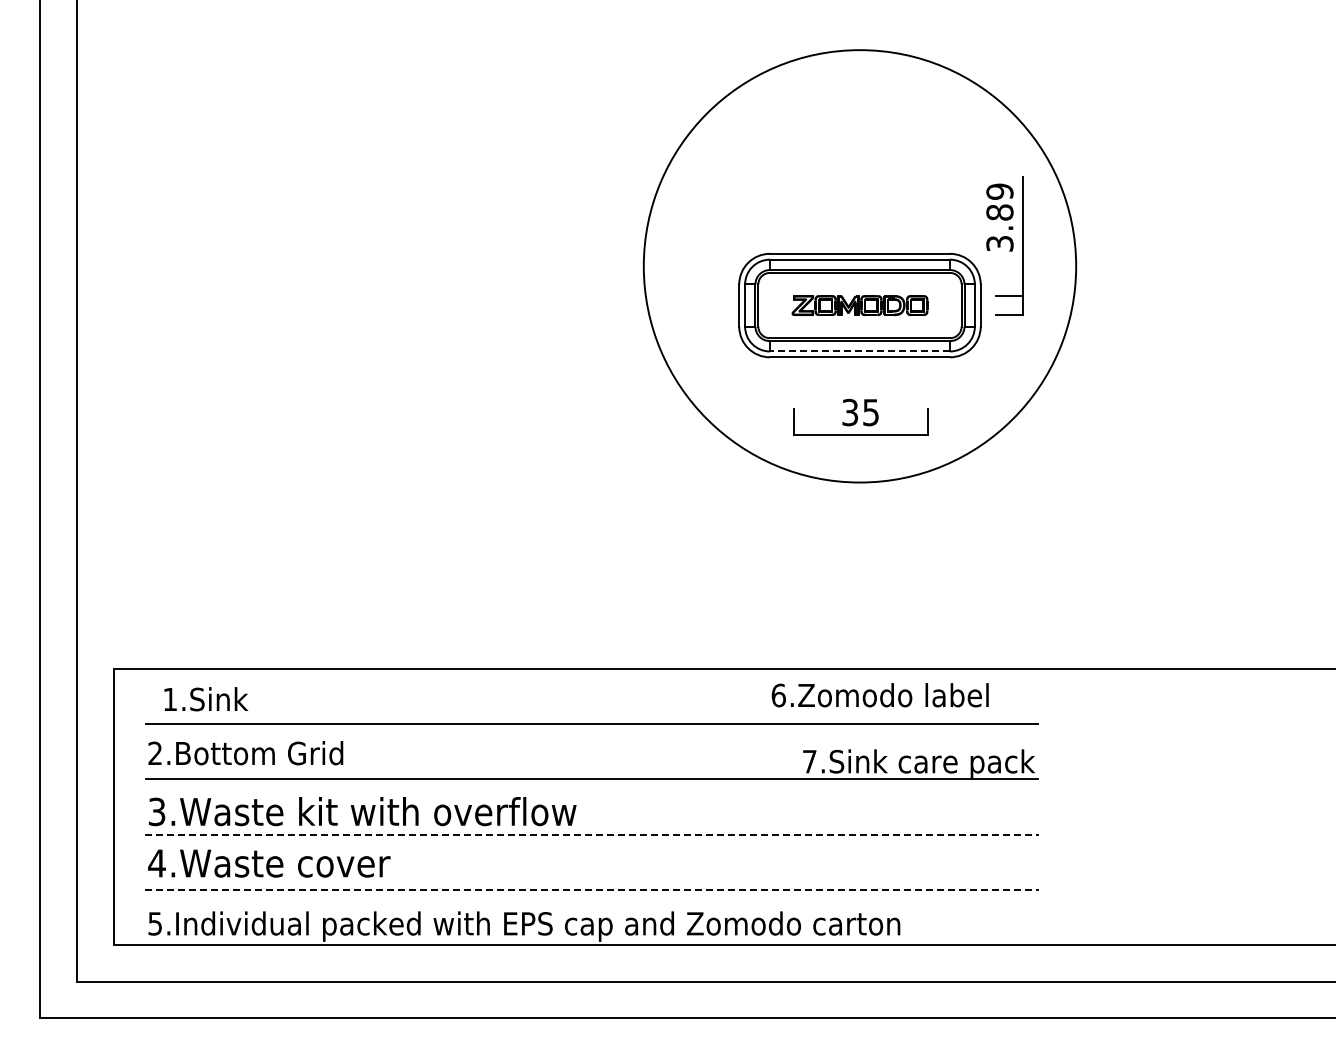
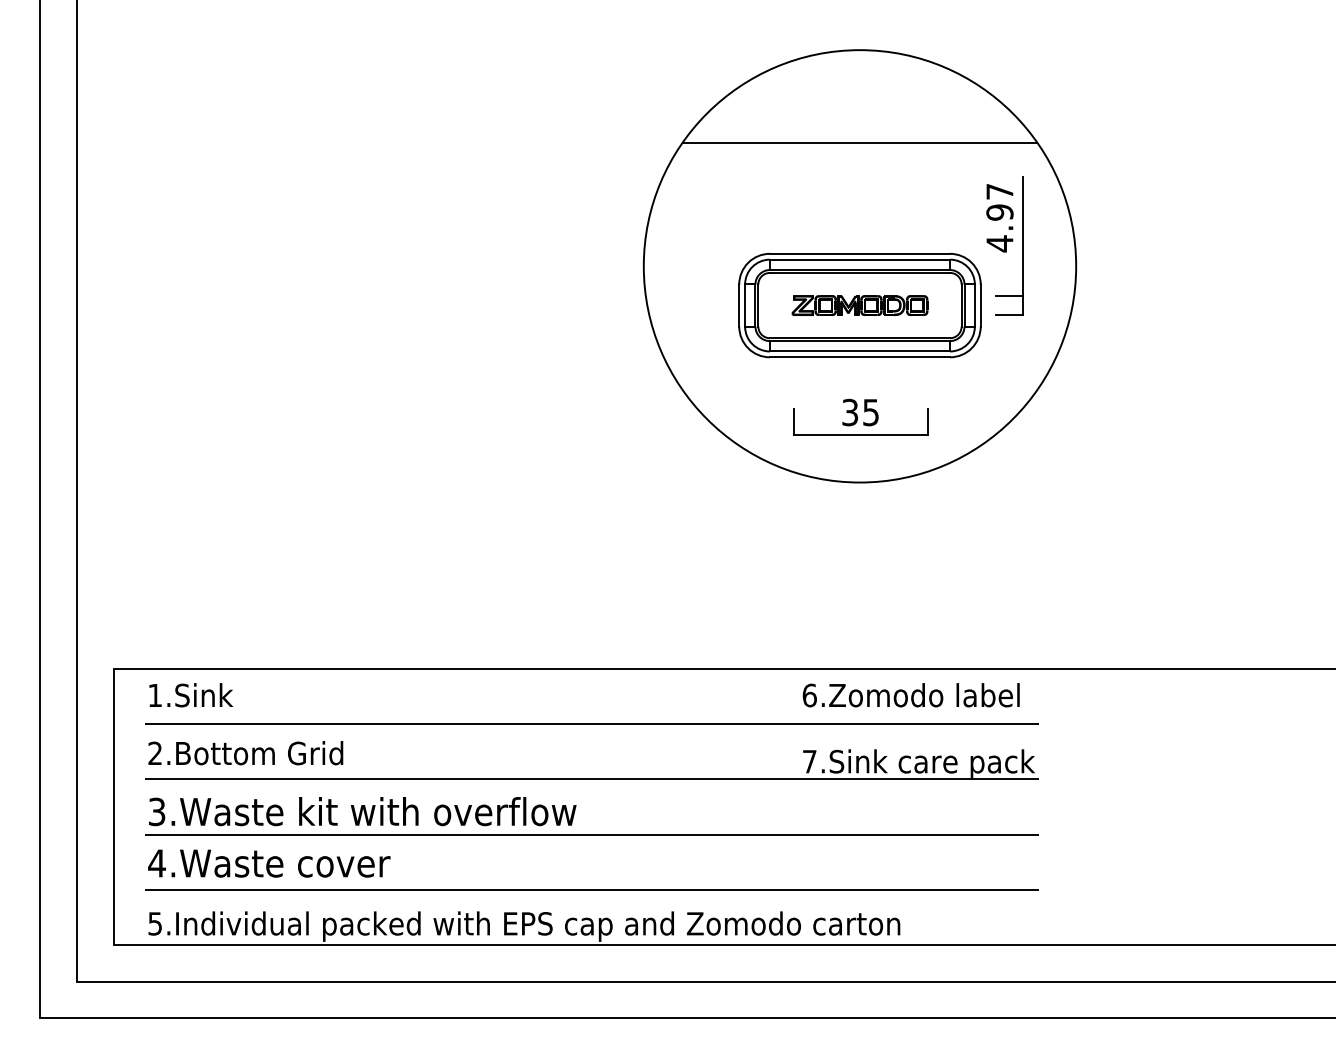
line at (859, 142): none -> present
text at (999, 217): 3.89 -> 4.97
line at (859, 351): dashed -> solid
text at (879, 695) position: (879, 695) -> (910, 695)
text at (206, 699) position: (206, 699) -> (191, 695)
line at (592, 834): dashed -> solid
line at (592, 889): dashed -> solid
